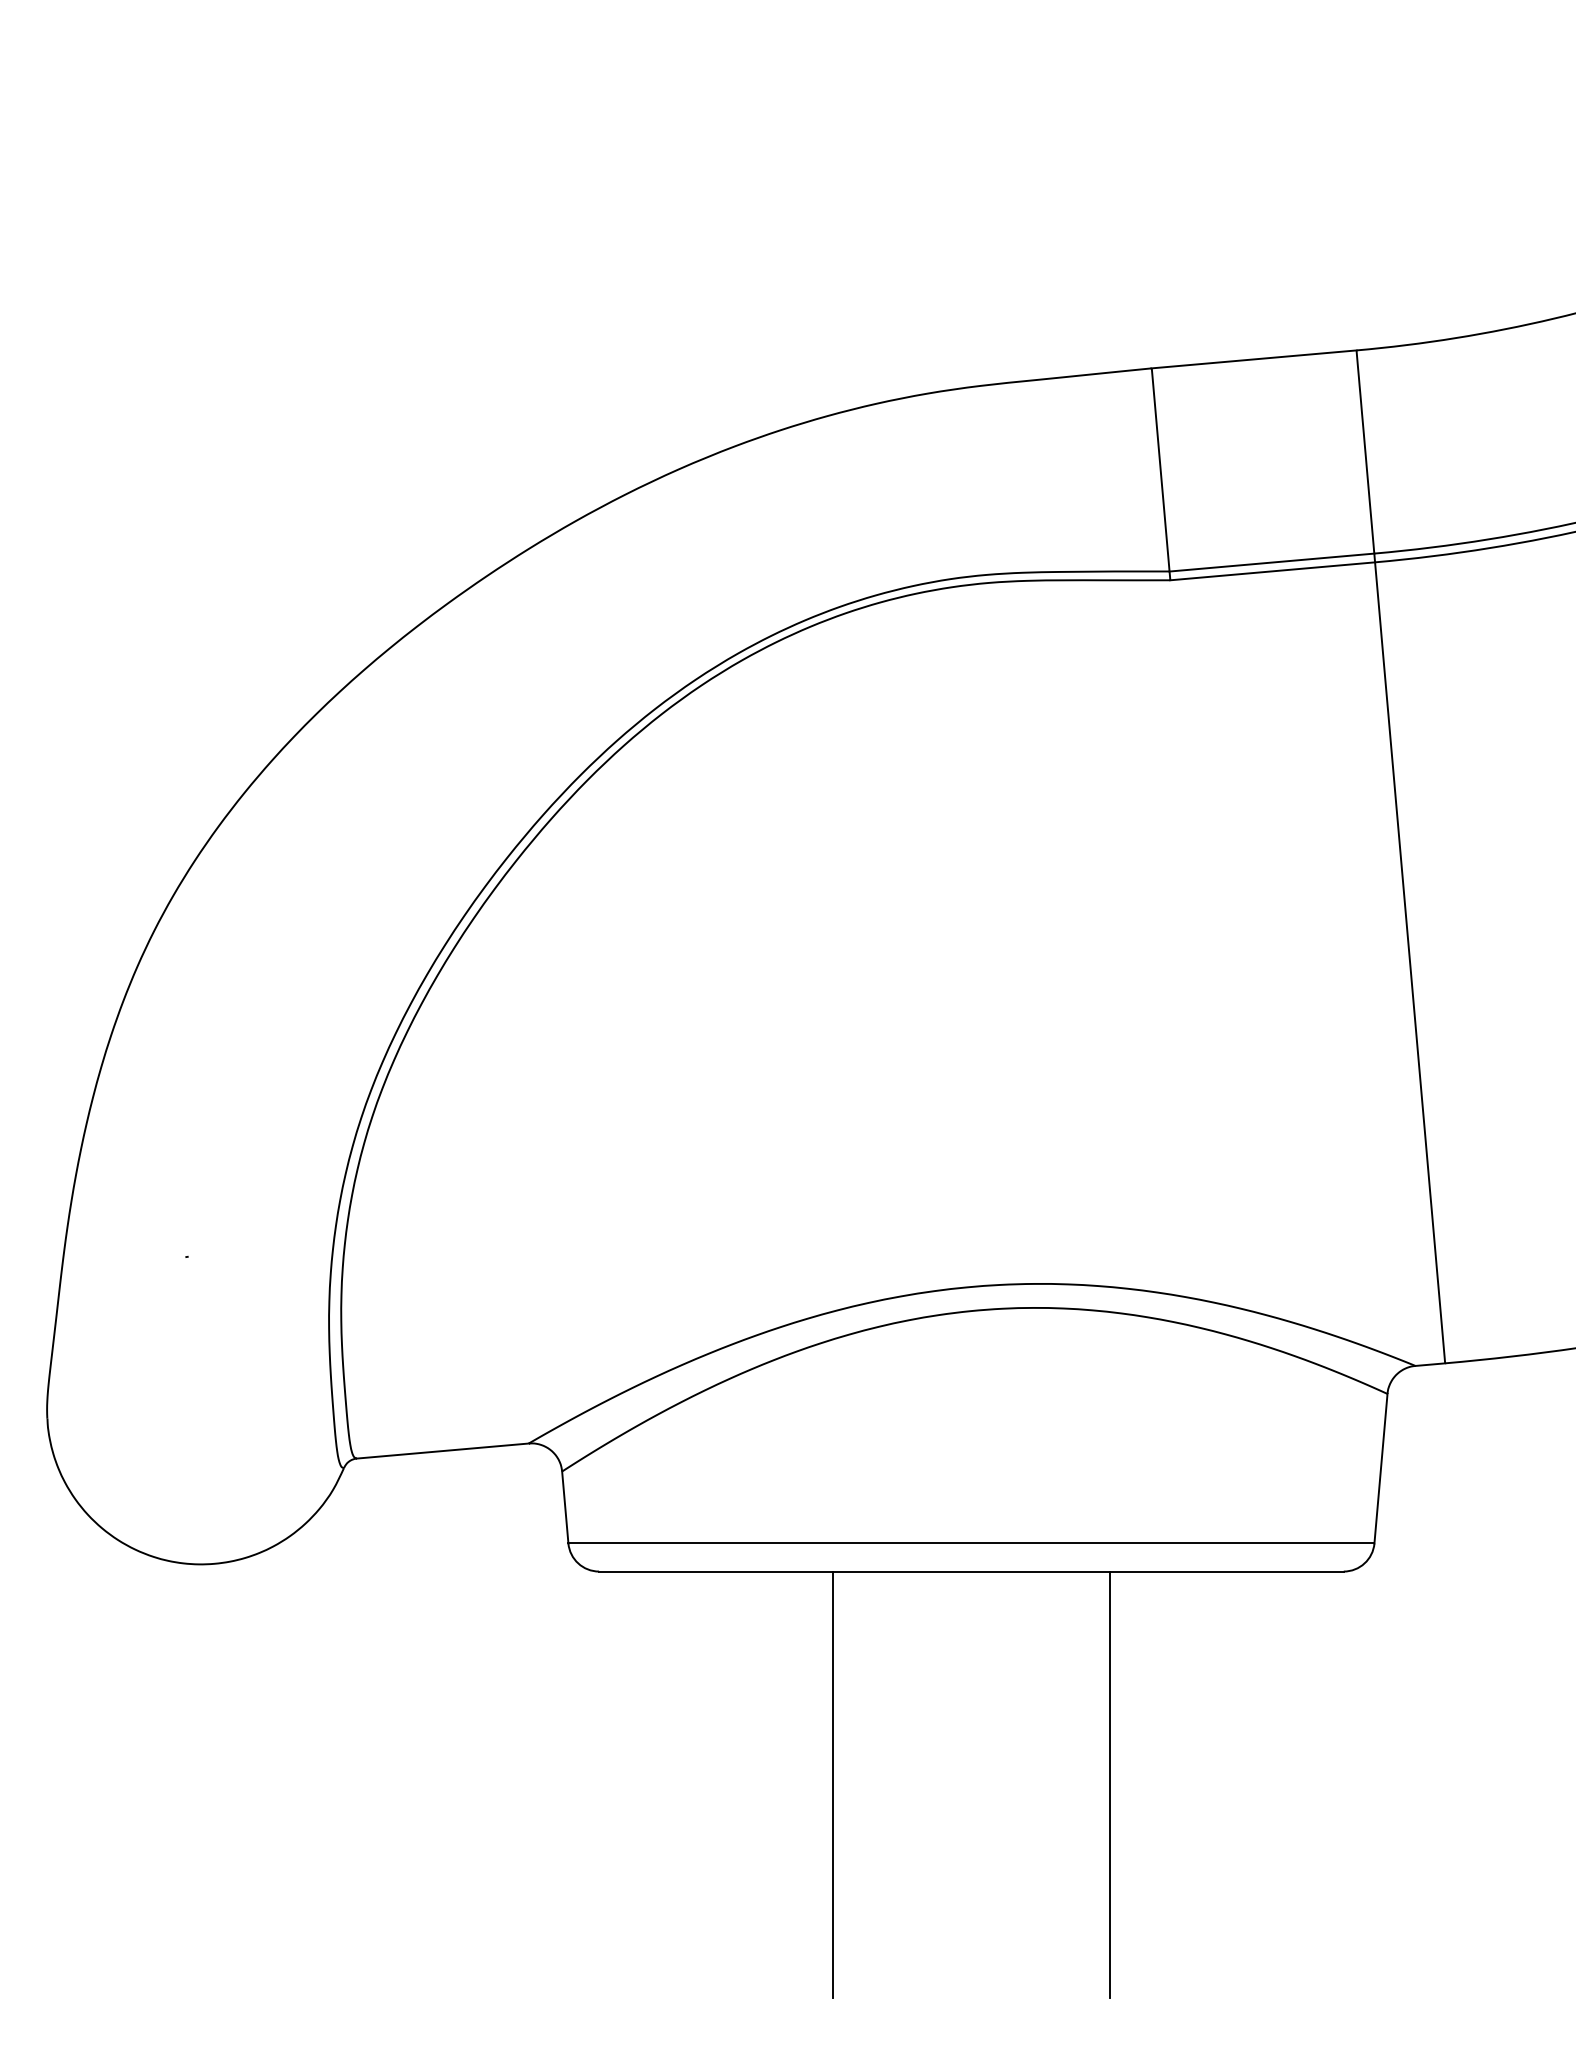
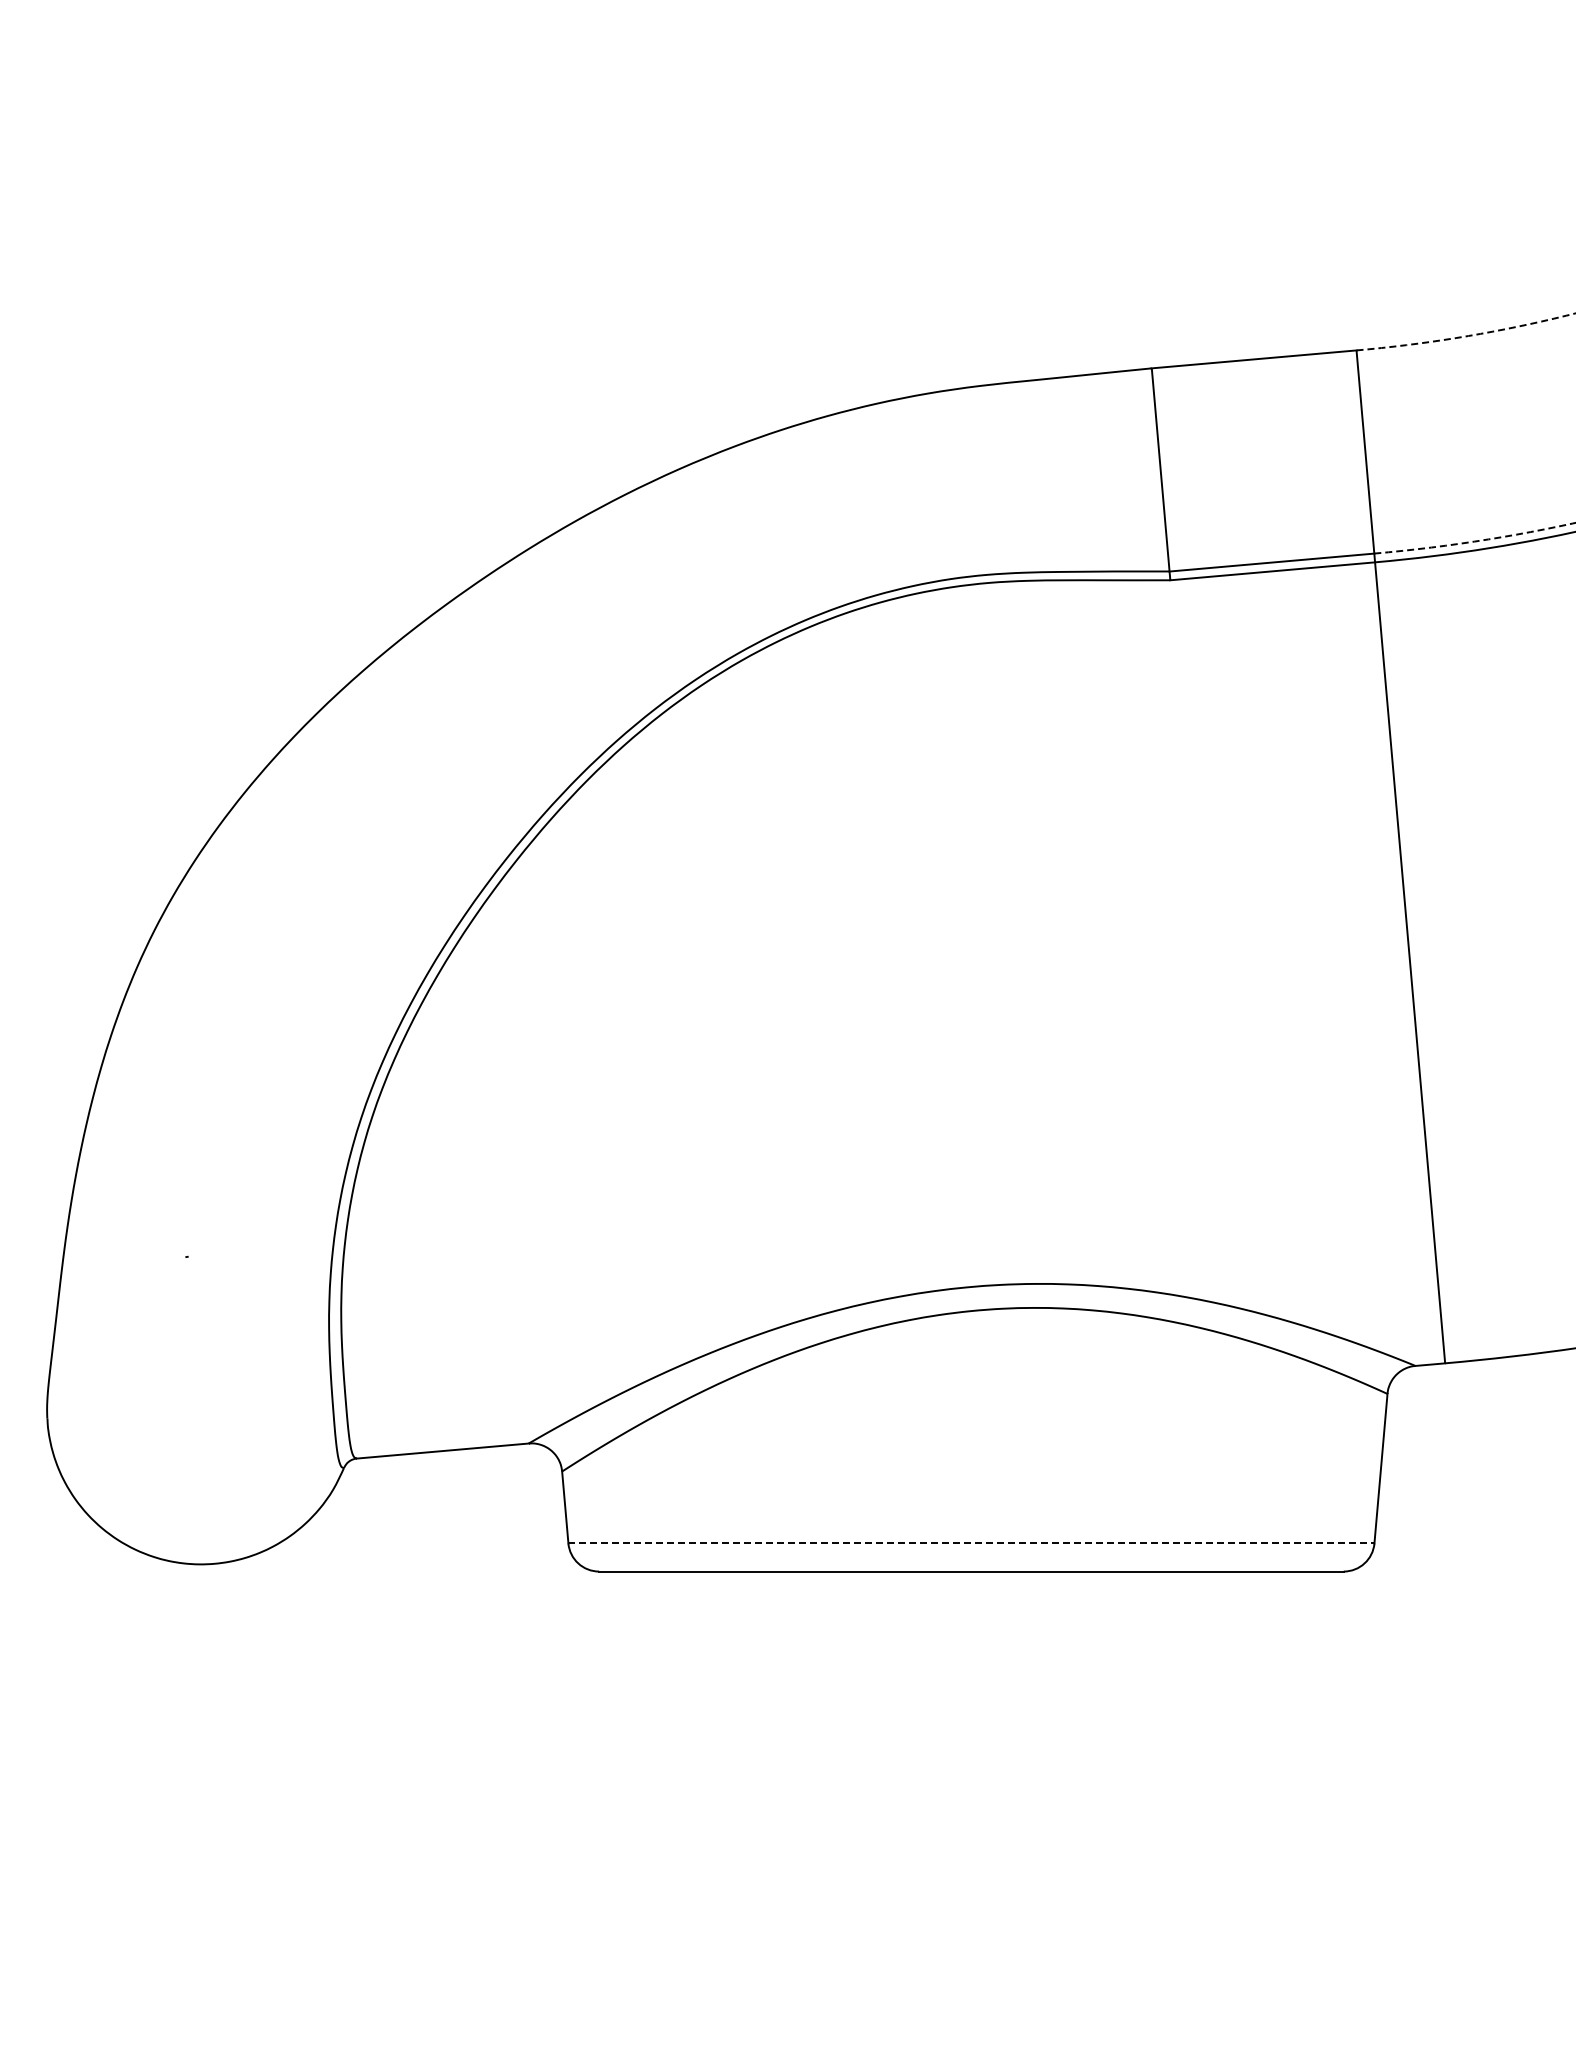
arc at (1465, 336): solid -> dashed
arc at (1476, 541): solid -> dashed
line at (971, 1543): solid -> dashed
line at (832, 1784): present -> none
line at (1110, 1784): present -> none
